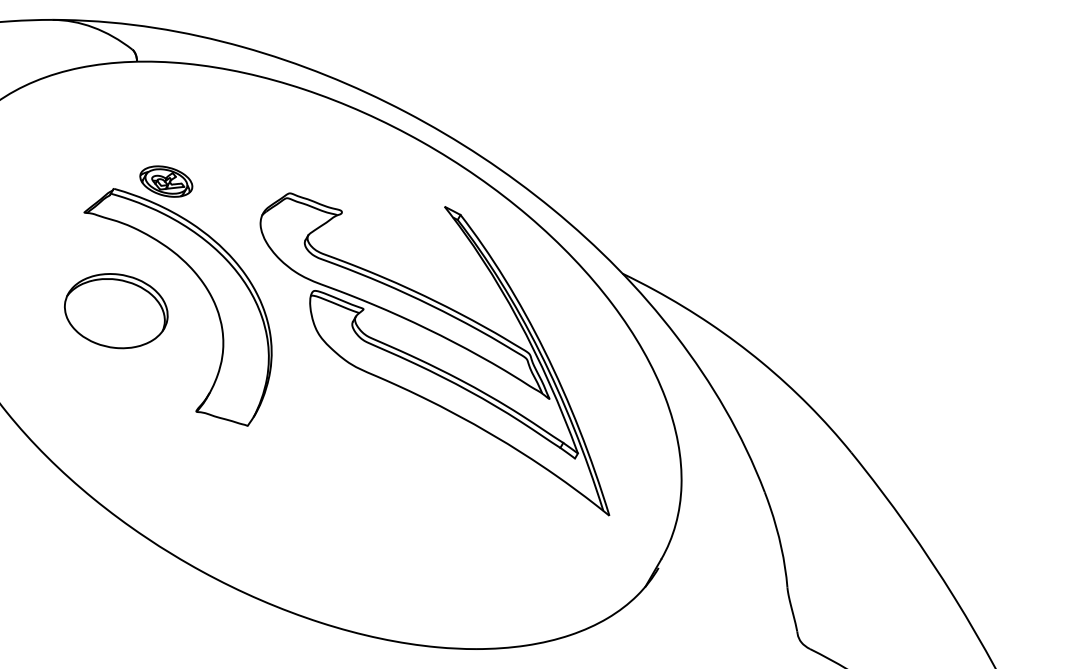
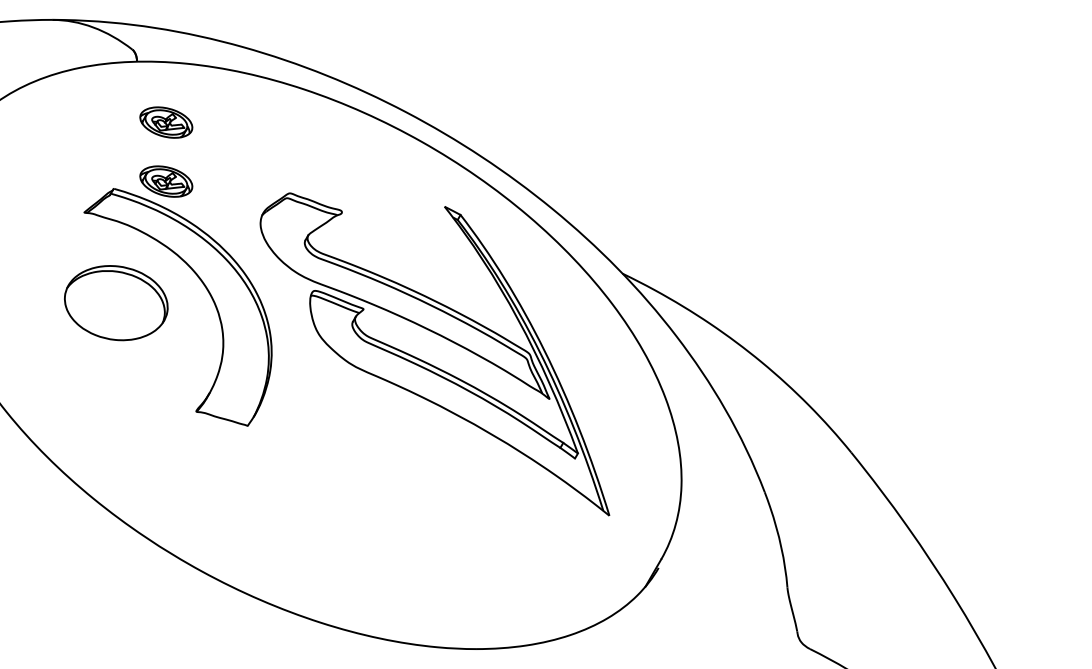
part at (166, 122): none -> present
part at (116, 311) position: (116, 311) -> (116, 303)
